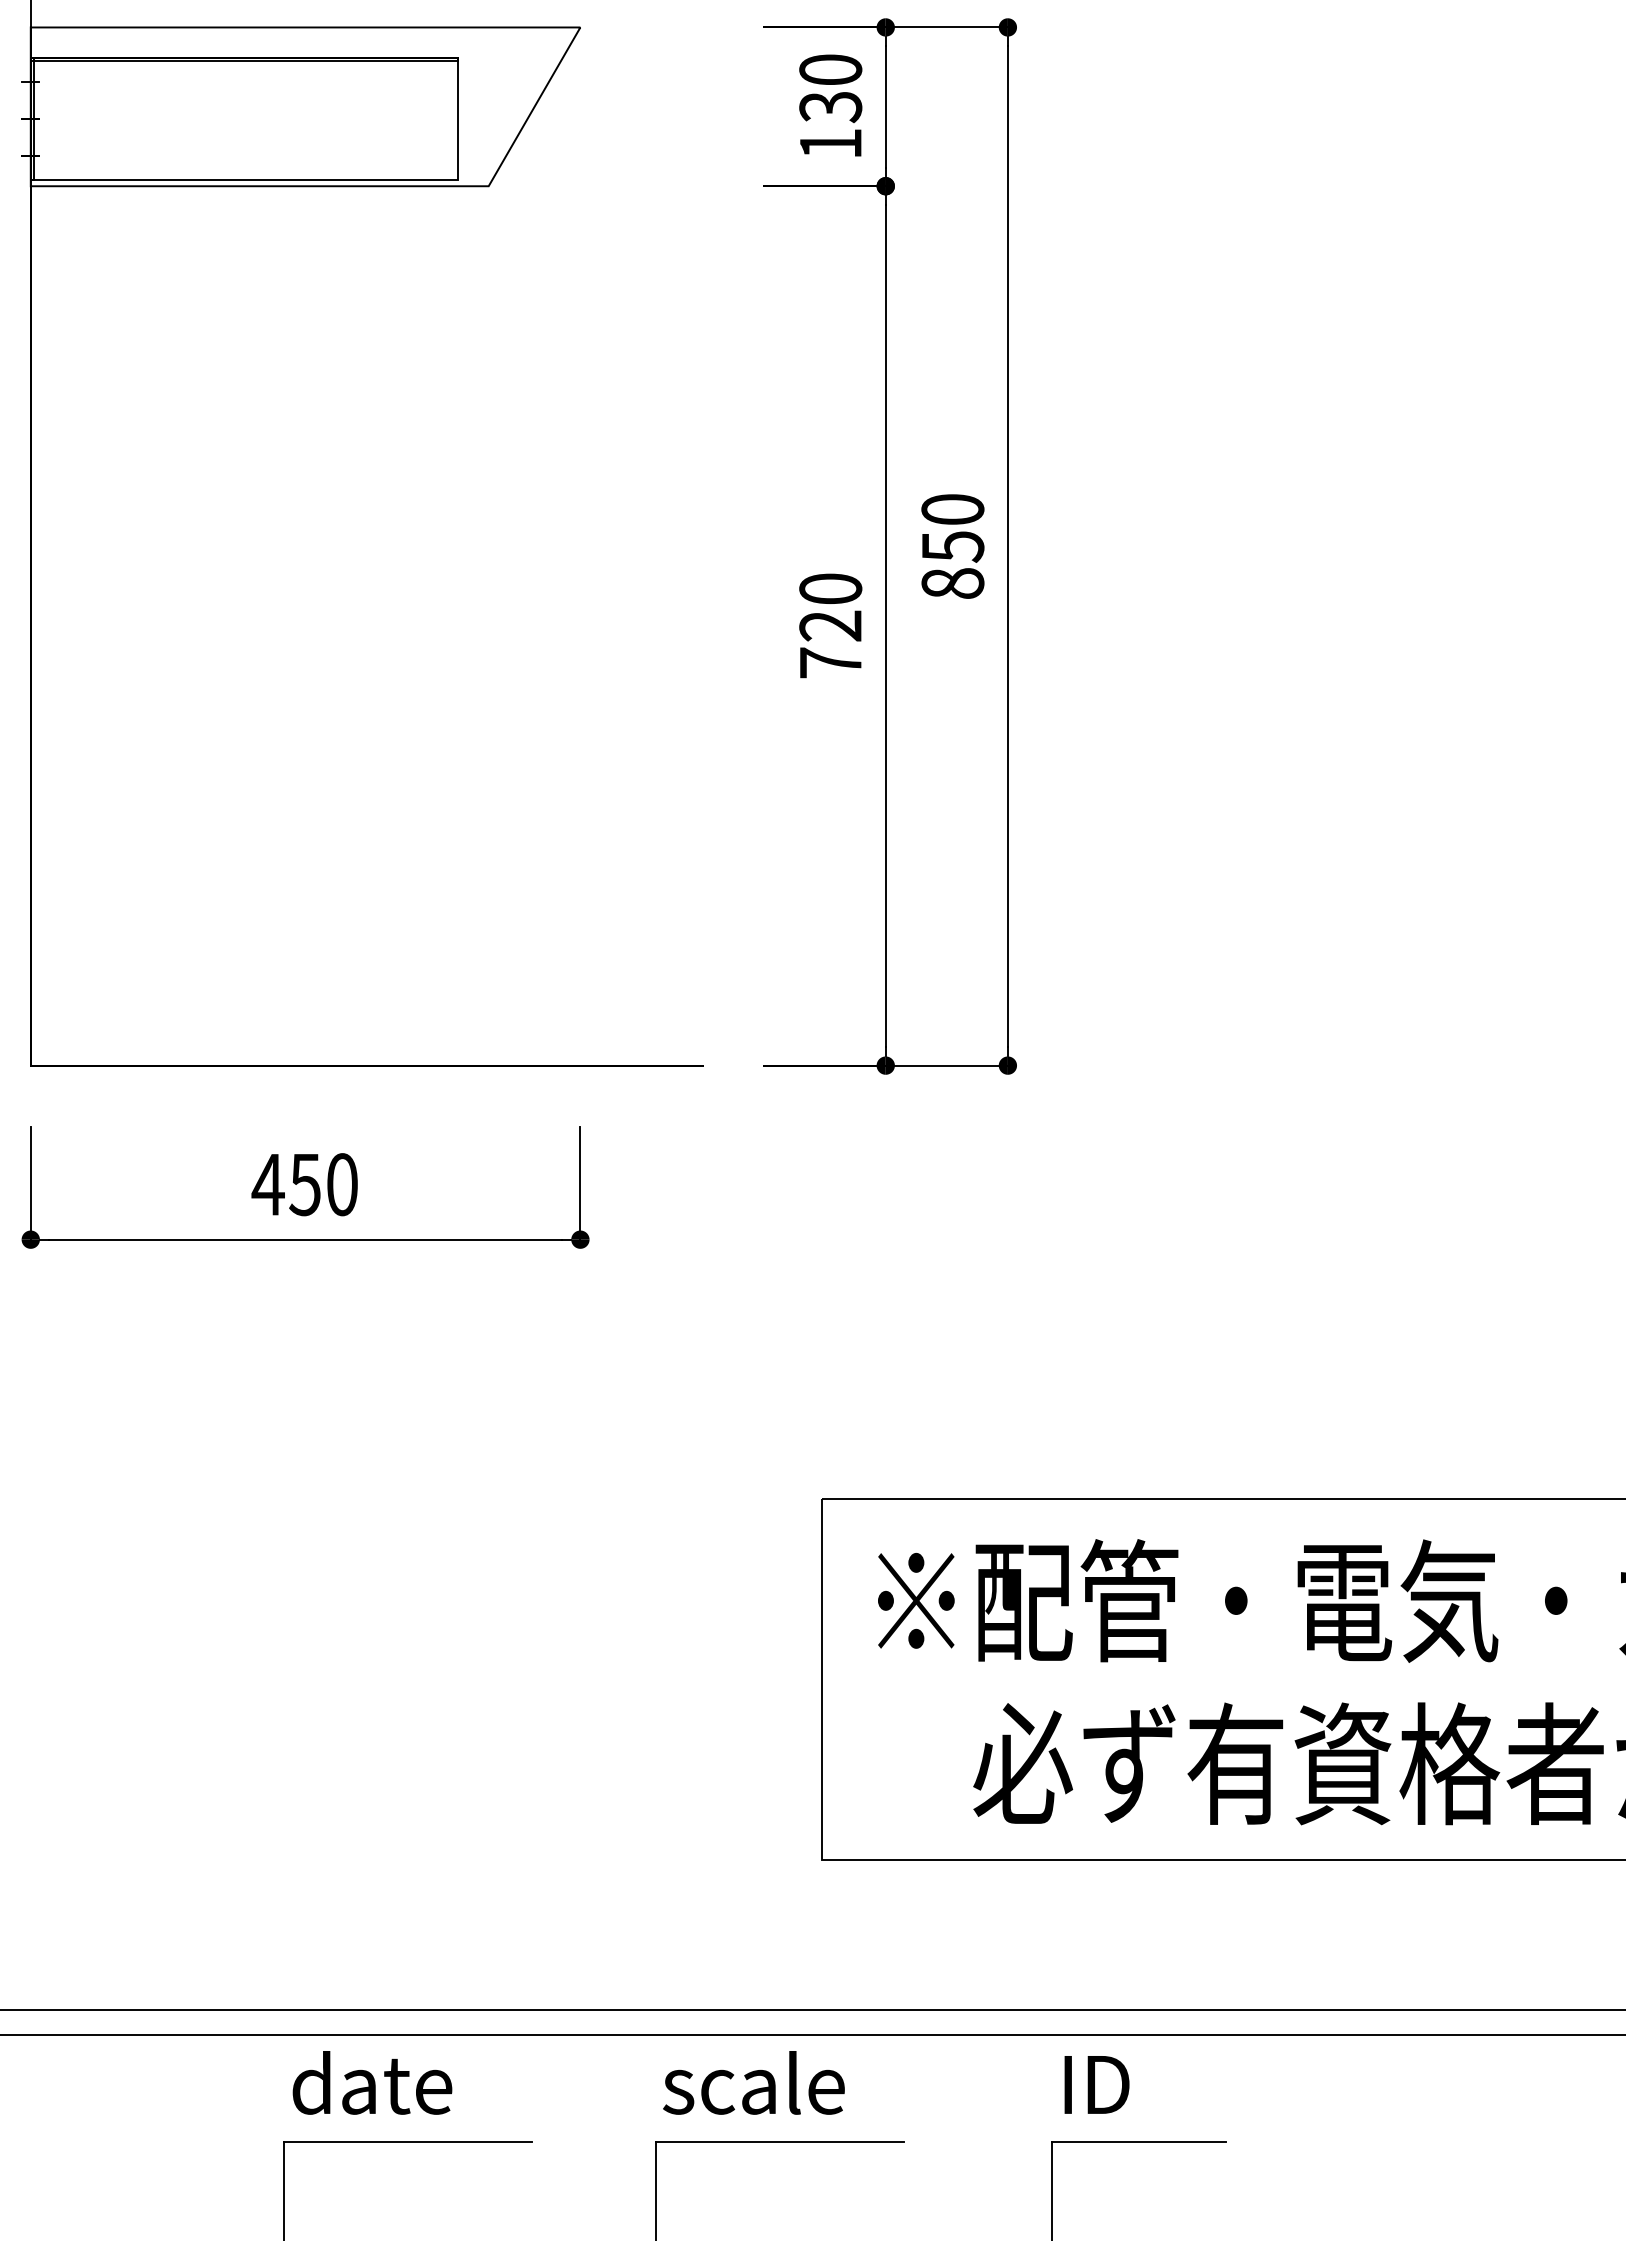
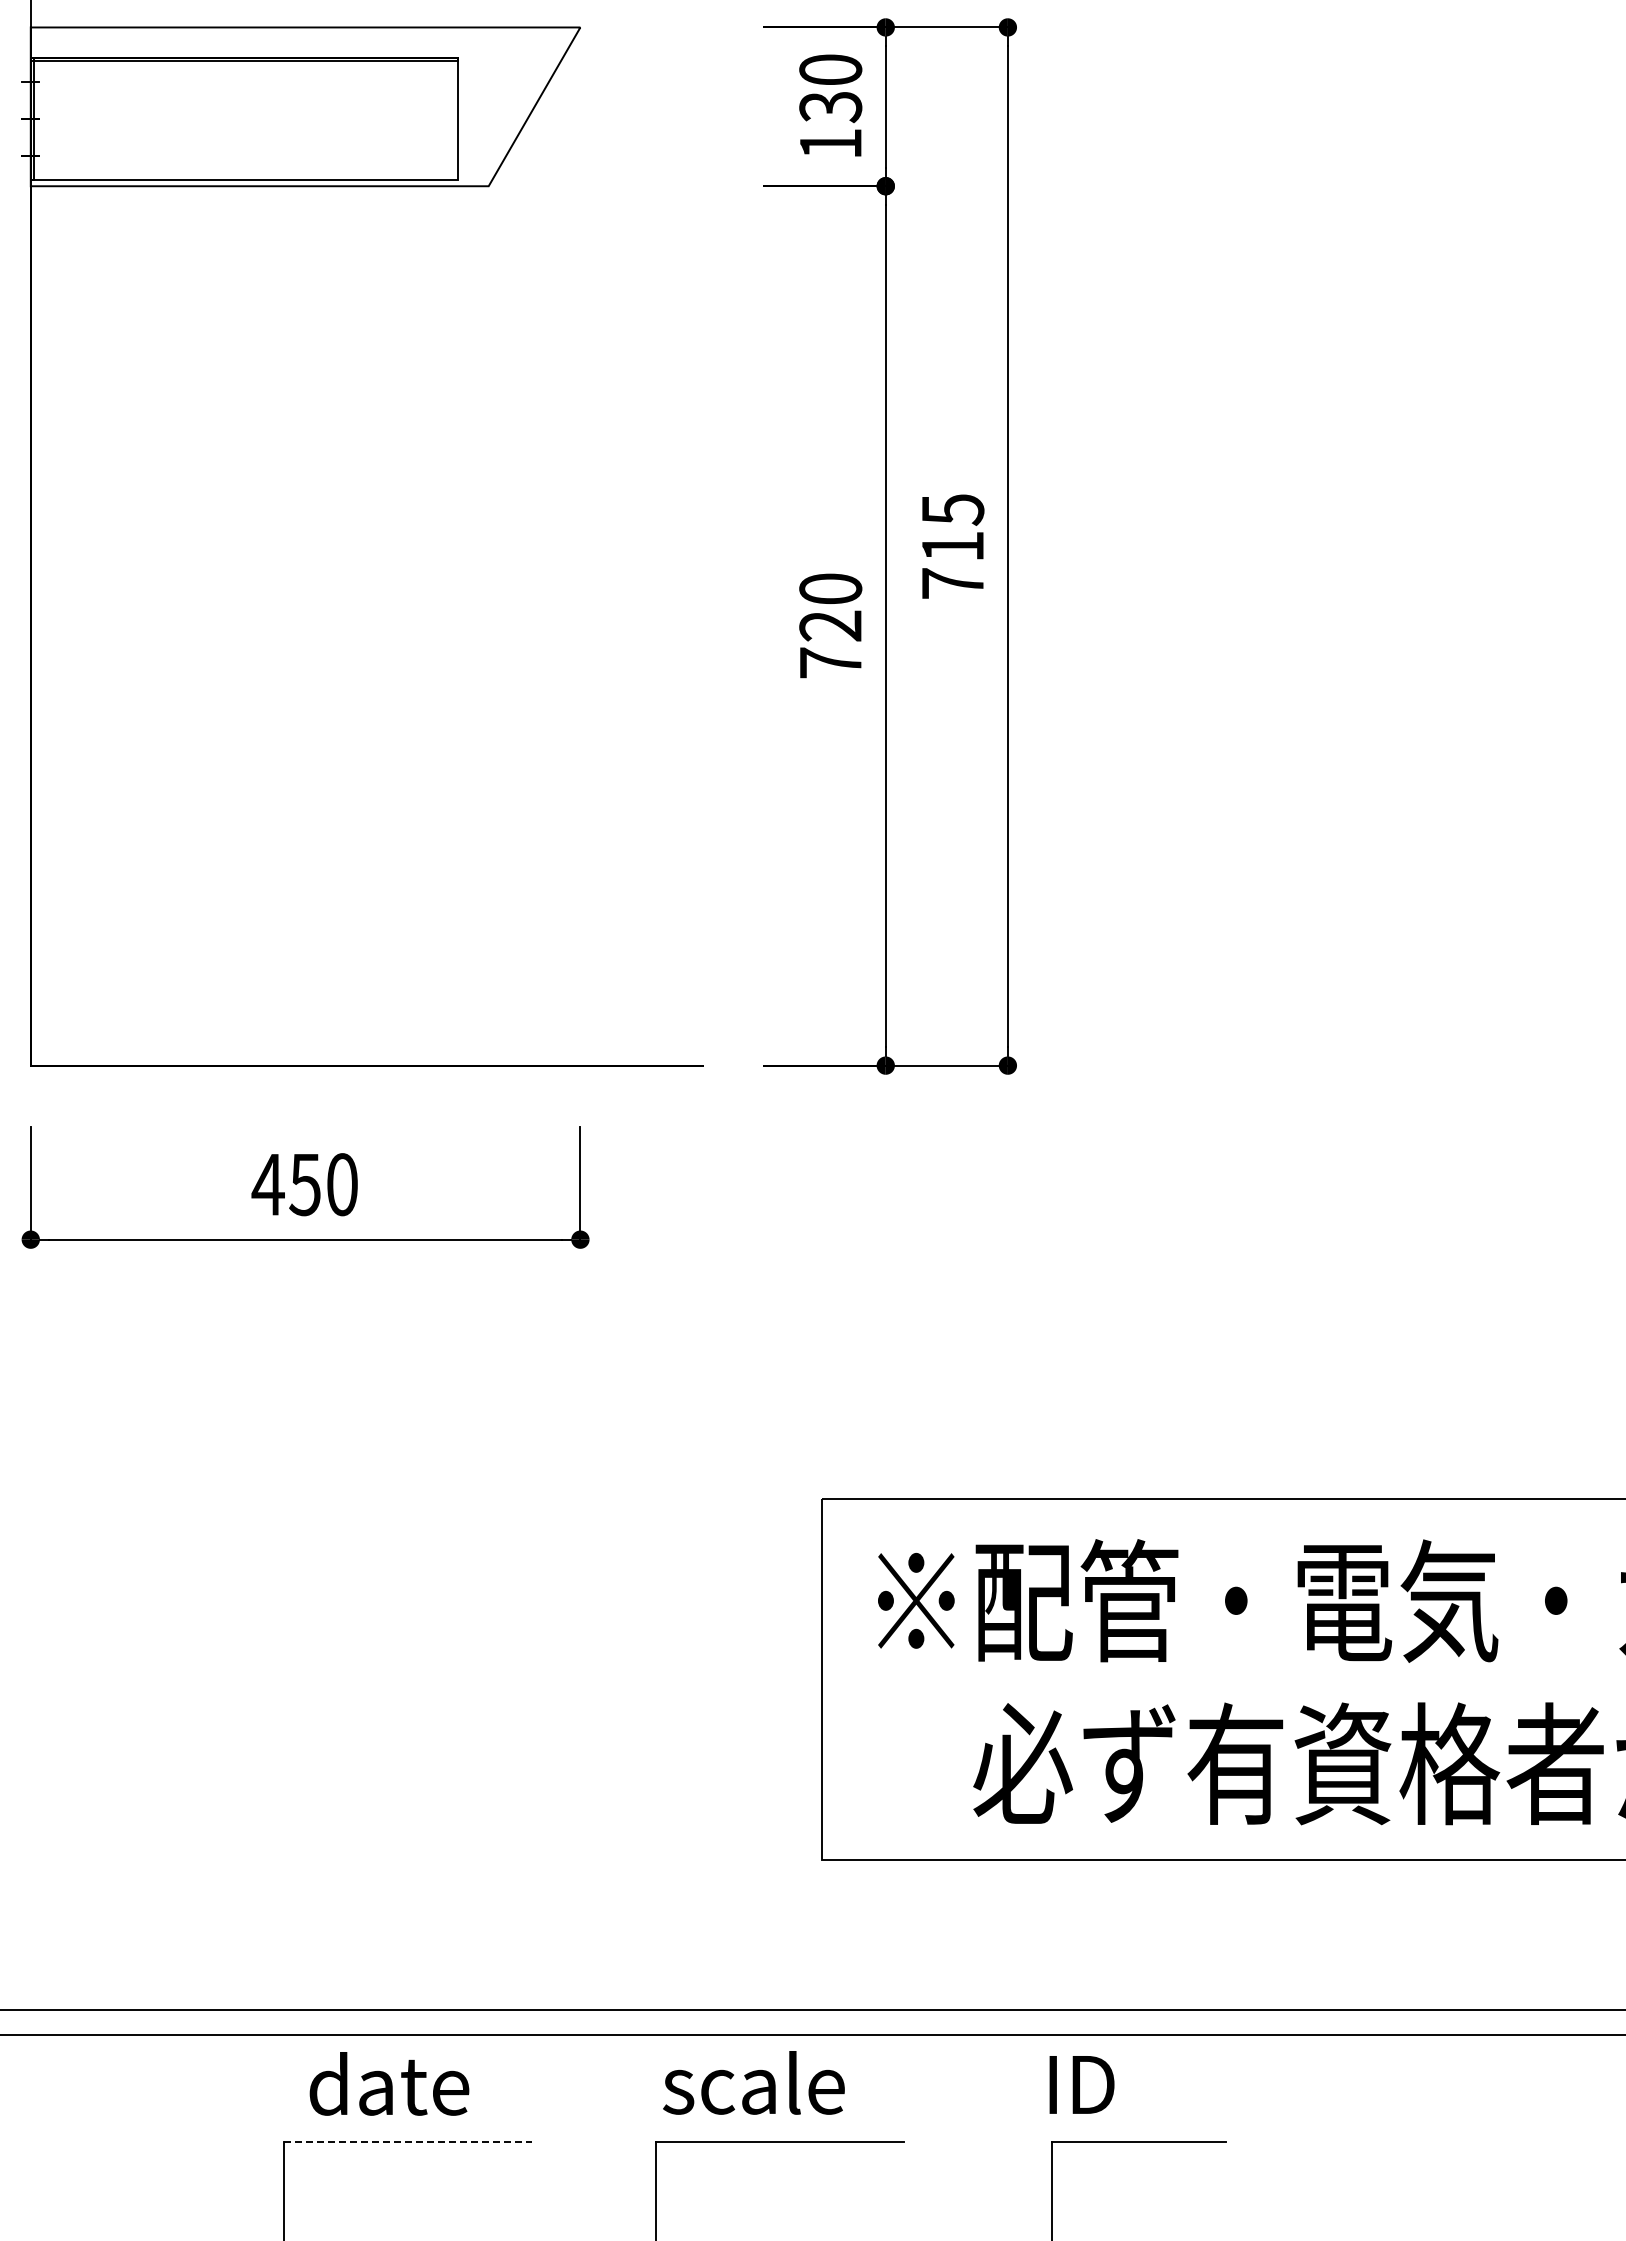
text at (952, 546): 850 -> 715
text at (372, 2082) position: (372, 2082) -> (389, 2083)
text at (1096, 2084) position: (1096, 2084) -> (1081, 2084)
line at (408, 2141): solid -> dashed
